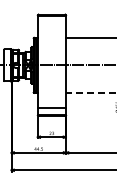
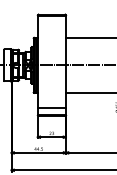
line at (90, 92): dashed -> solid
